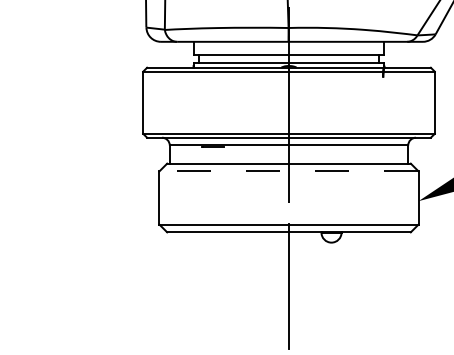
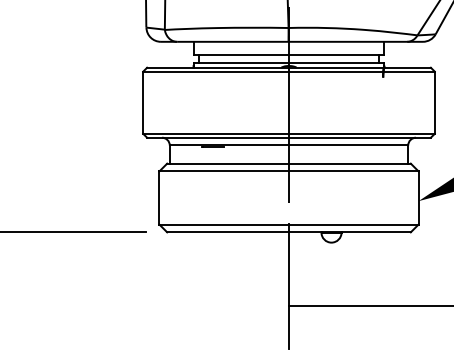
line at (289, 171): dashed -> solid
line at (73, 232): none -> present
line at (369, 305): none -> present
